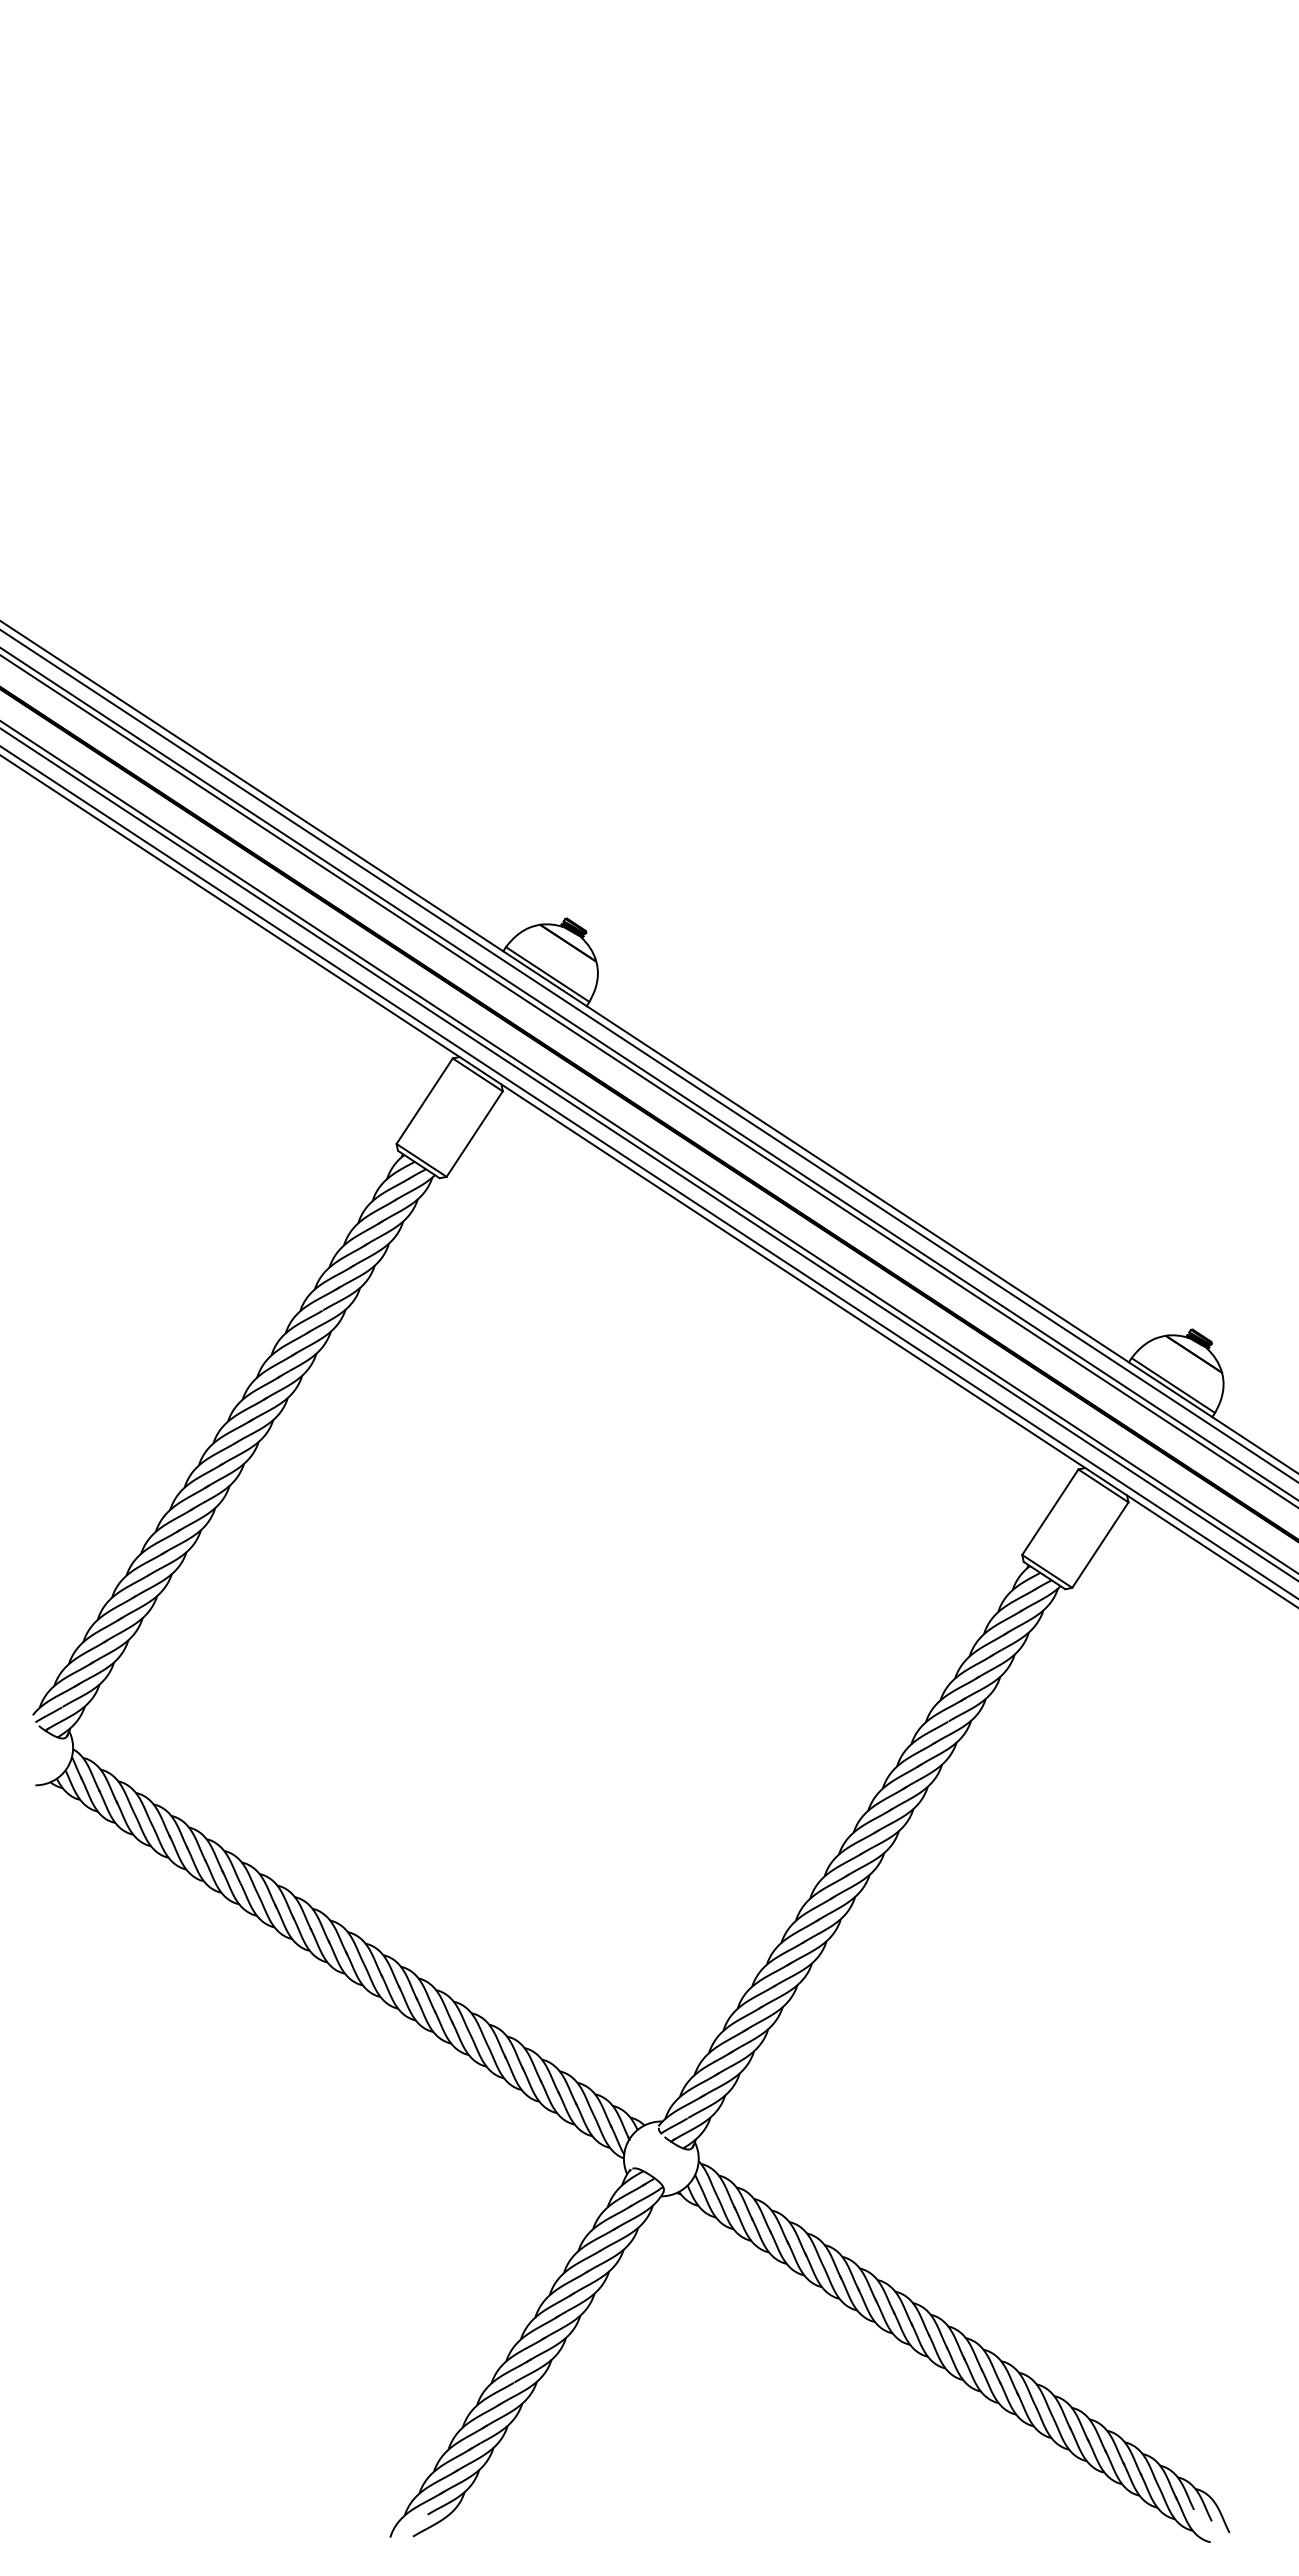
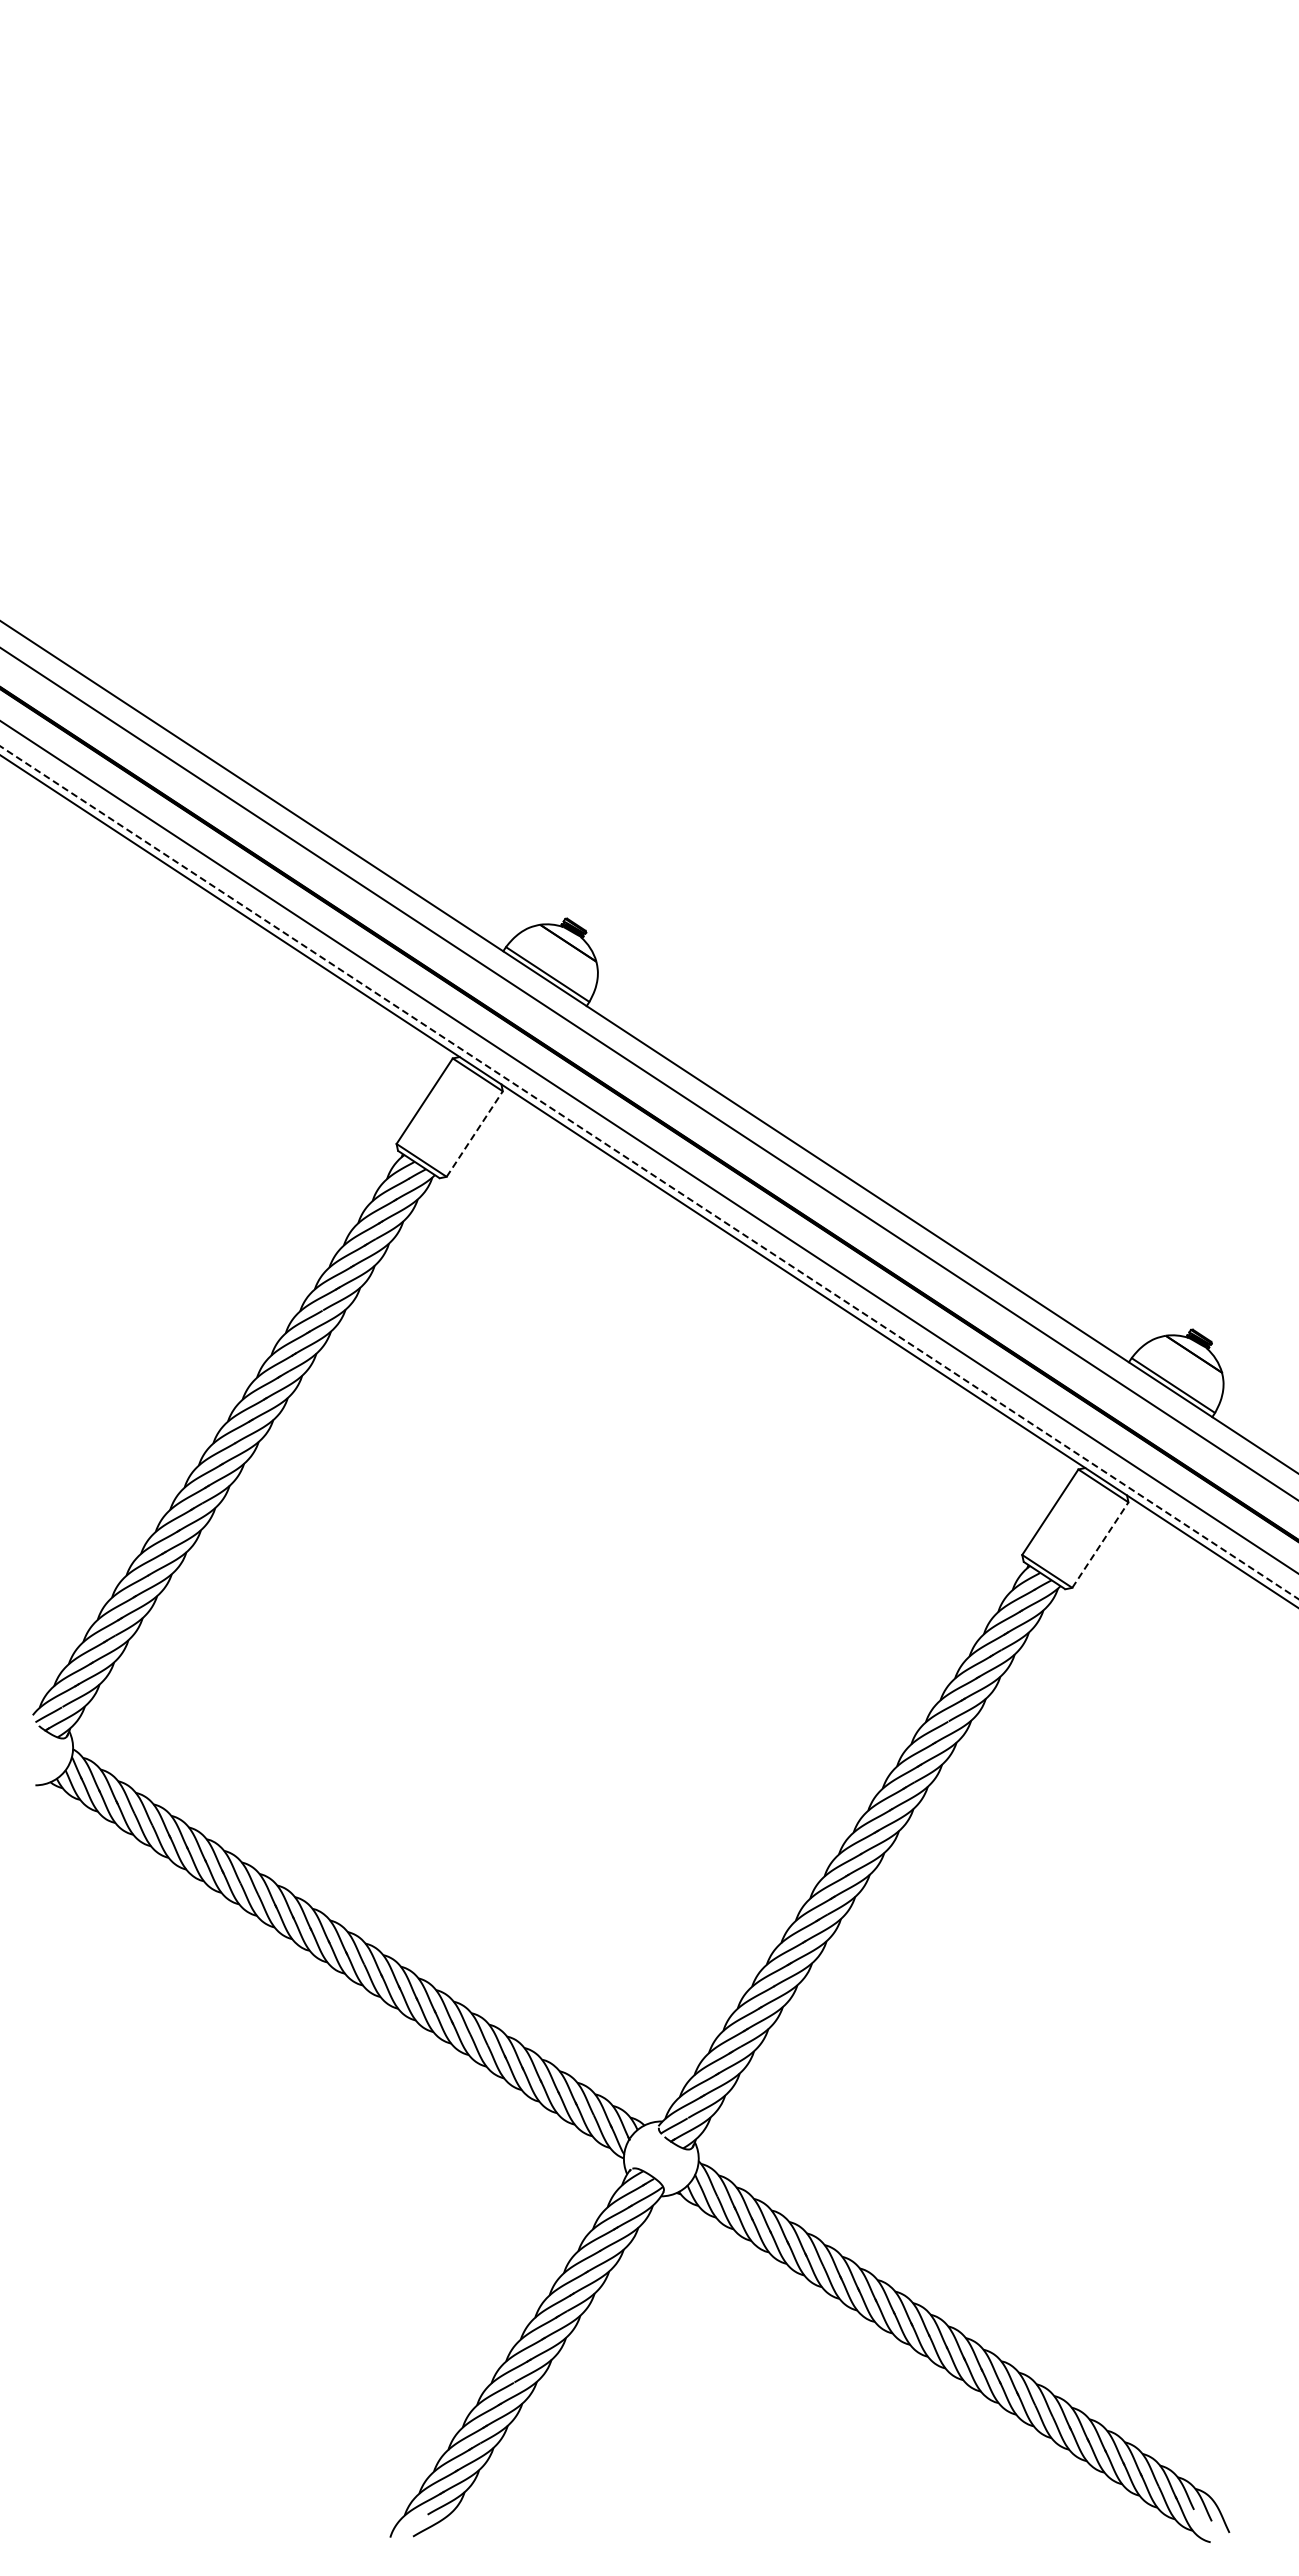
line at (648, 1055): present -> none
line at (648, 1081): present -> none
line at (475, 1133): solid -> dashed
line at (648, 1154): present -> none
line at (649, 1172): solid -> dashed
line at (1100, 1544): solid -> dashed
